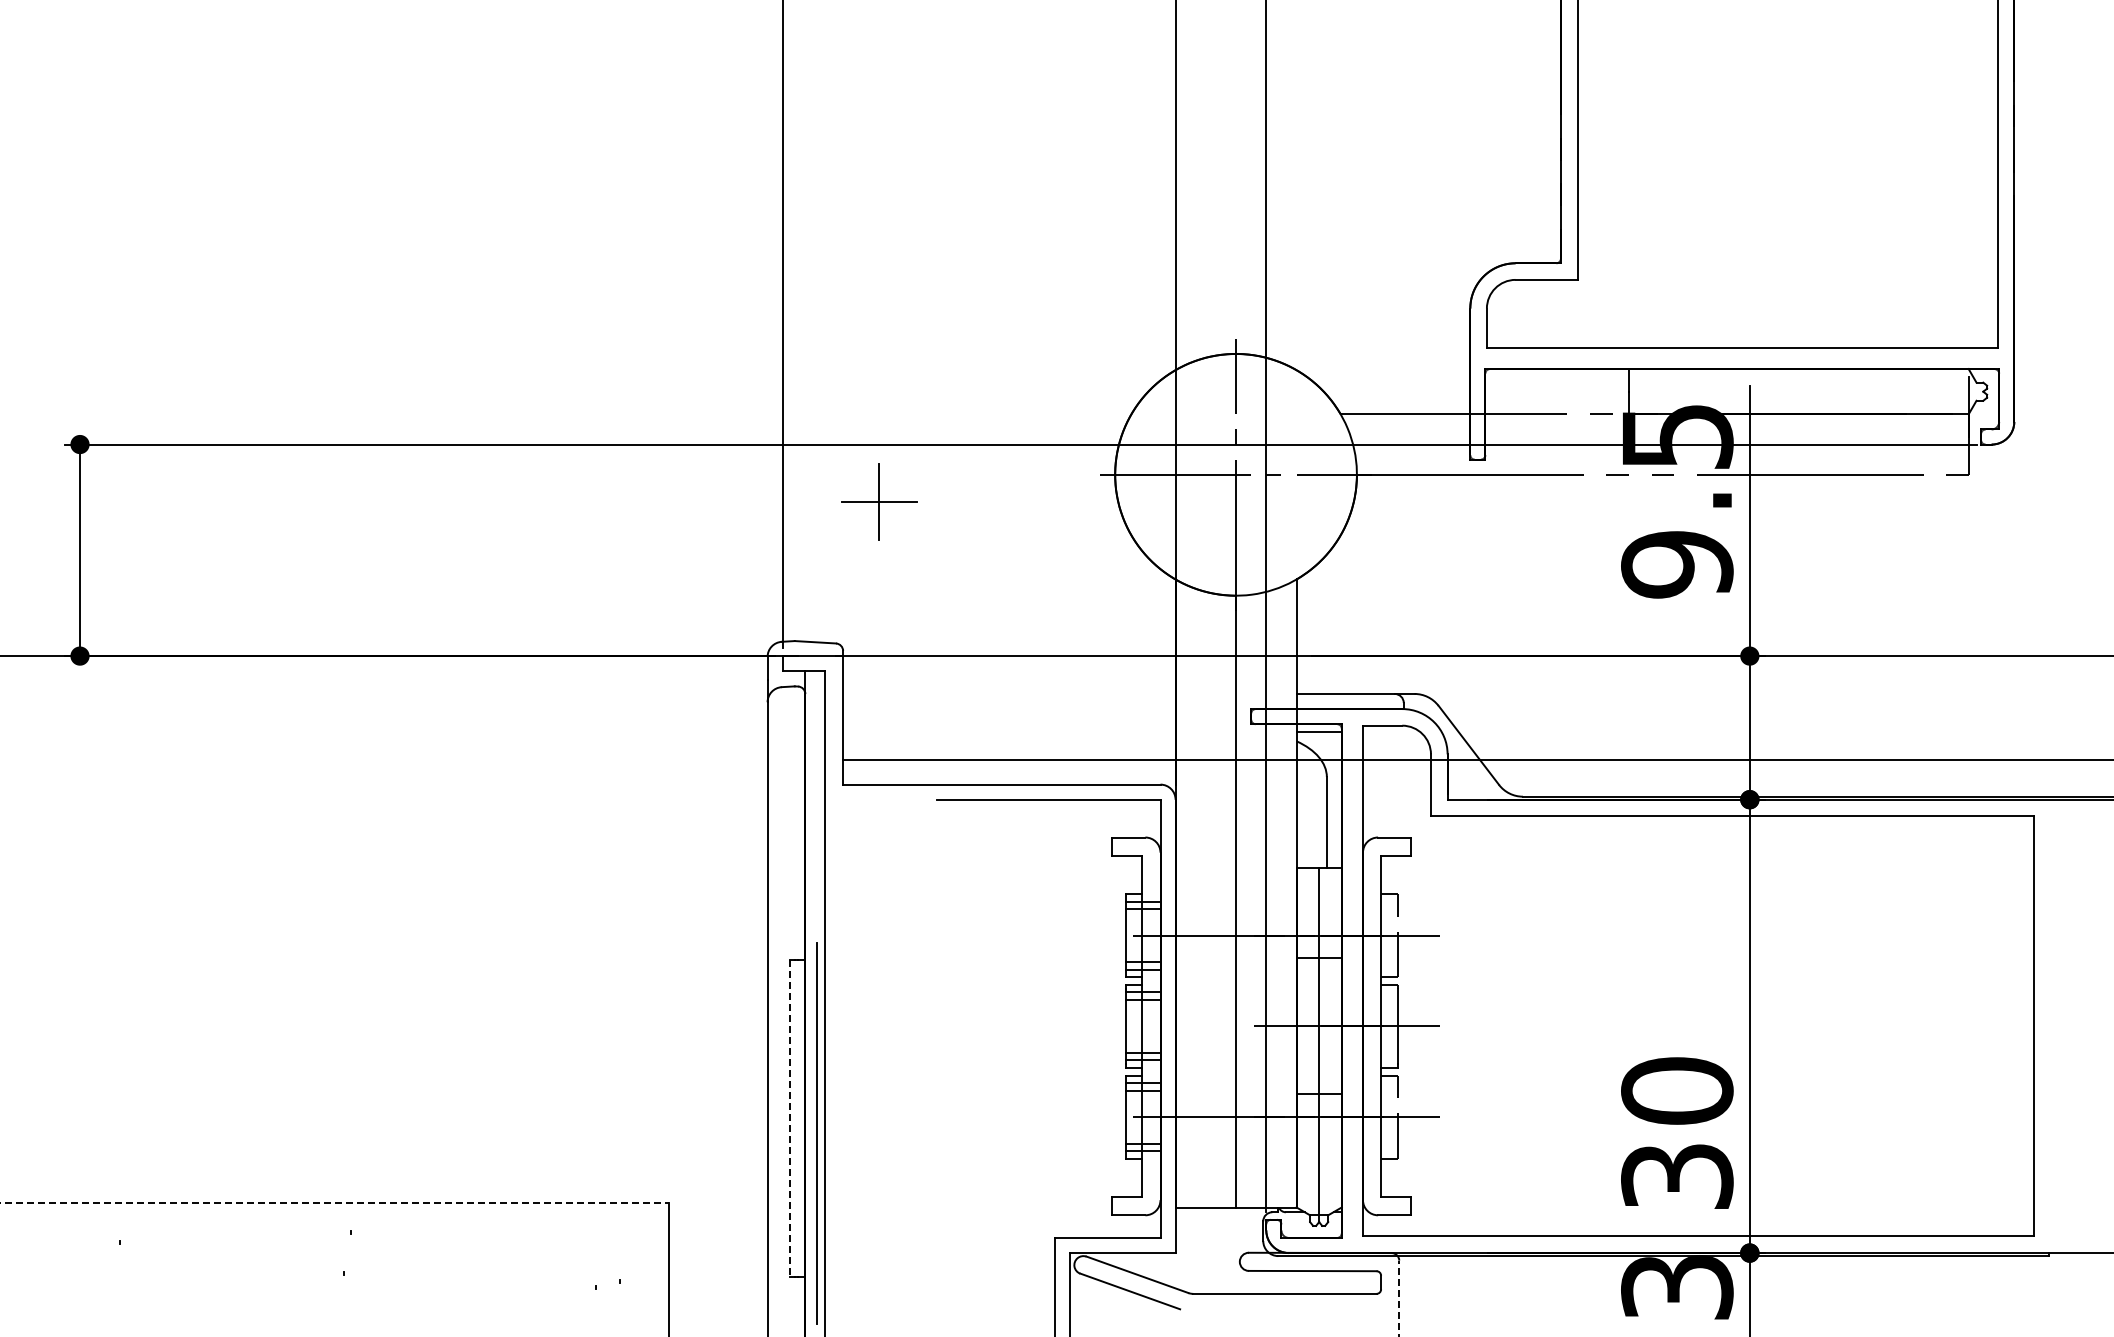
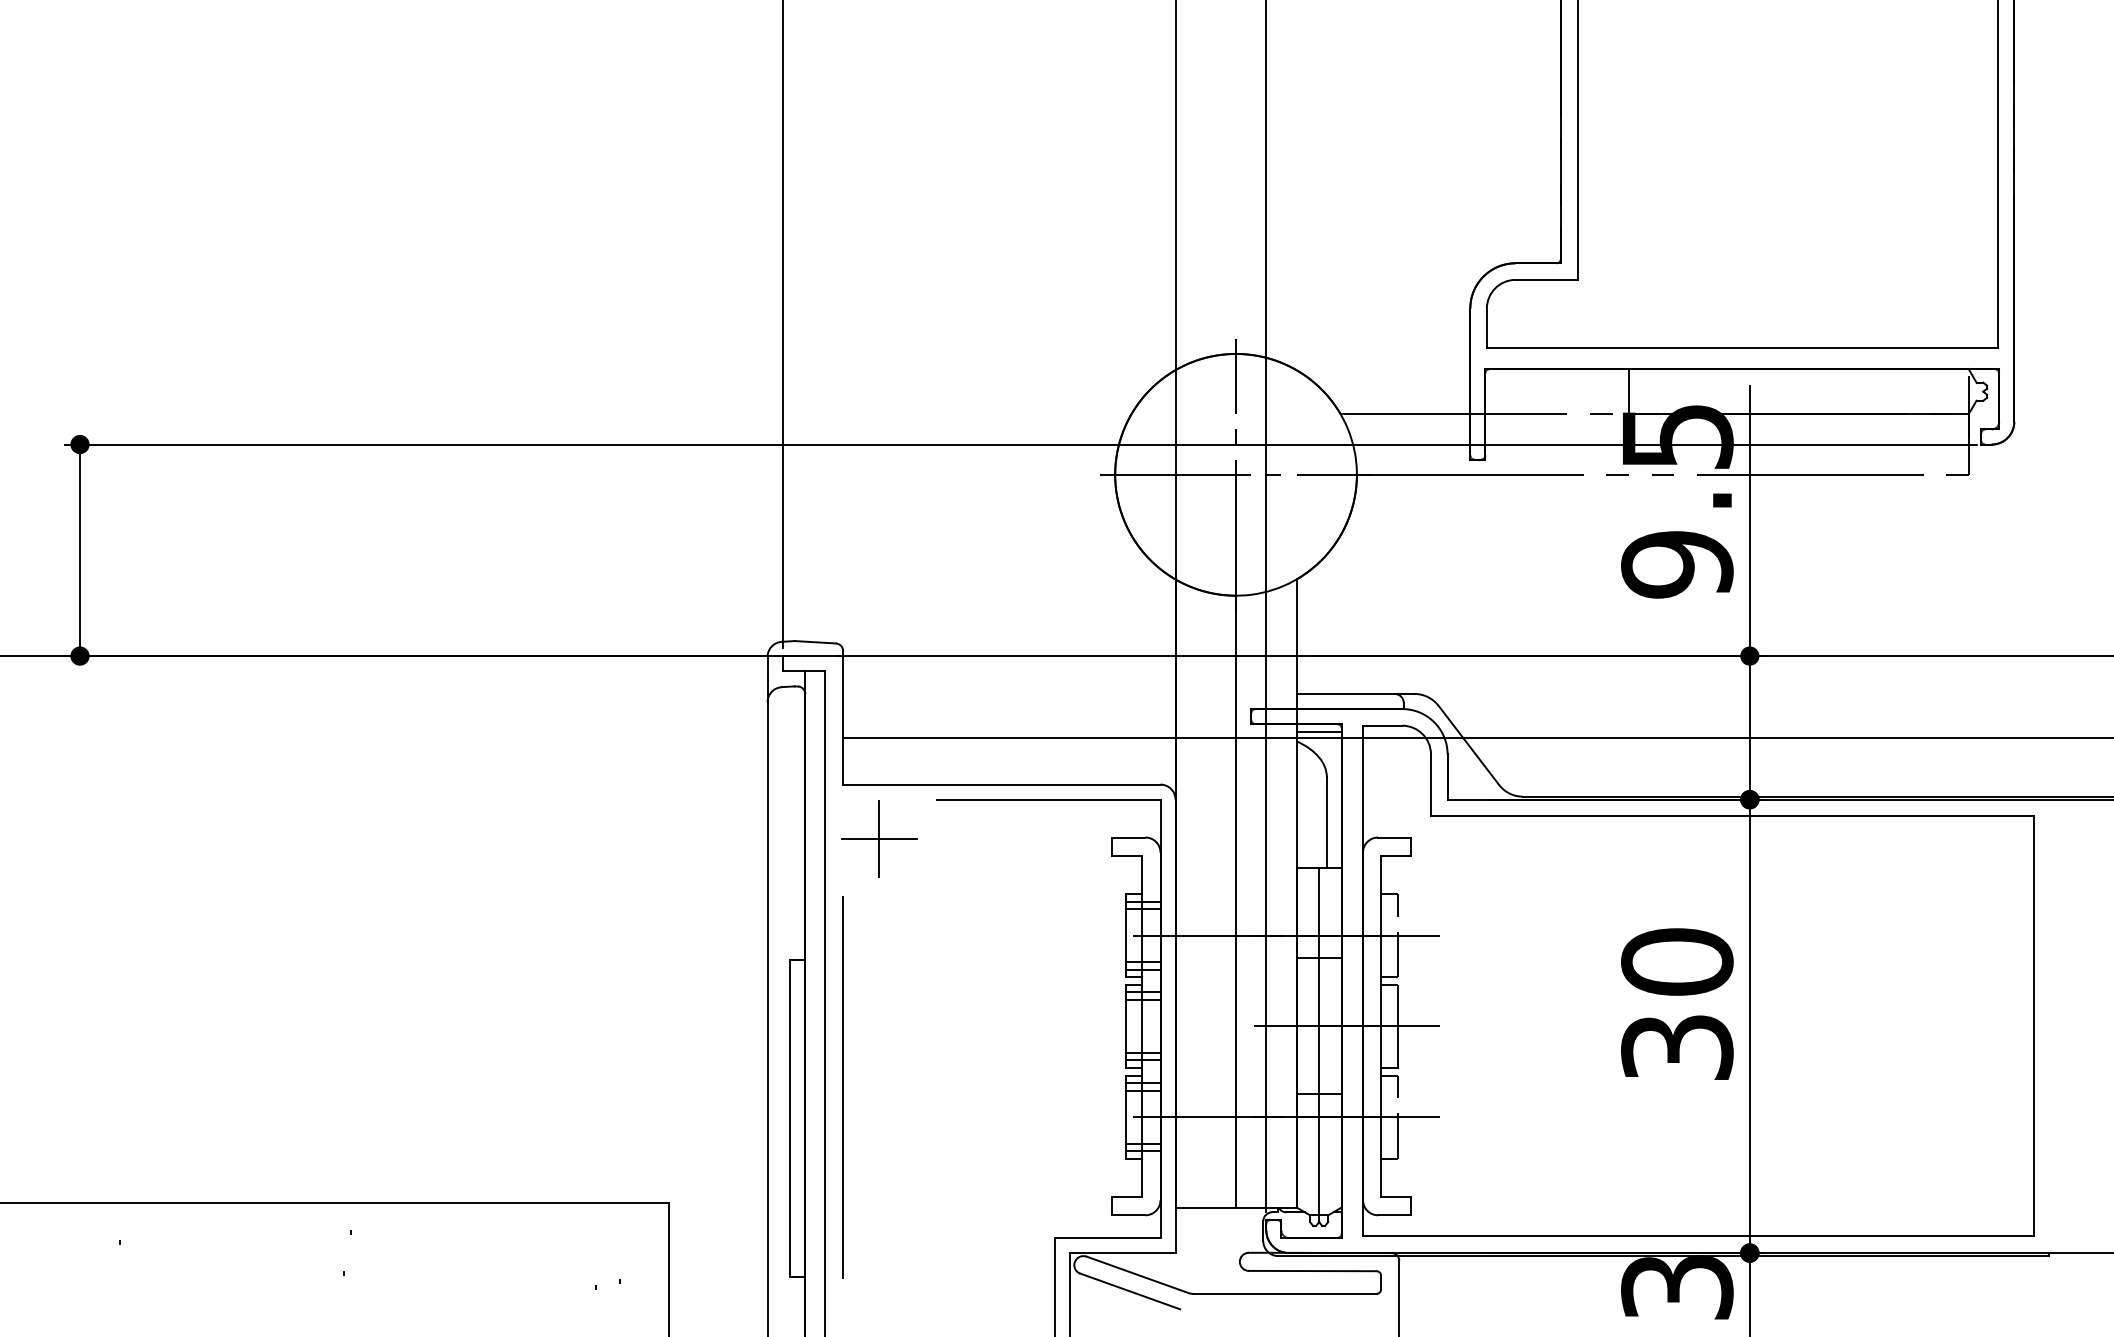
part at (879, 501) position: (879, 501) -> (879, 838)
line at (1476, 759) position: (1476, 759) -> (1476, 737)
line at (790, 1118): dashed -> solid
text at (1677, 1132) position: (1677, 1132) -> (1677, 1003)
line at (816, 1133) position: (816, 1133) -> (842, 1087)
line at (335, 1203): dashed -> solid
line at (1399, 1298): dashed -> solid
